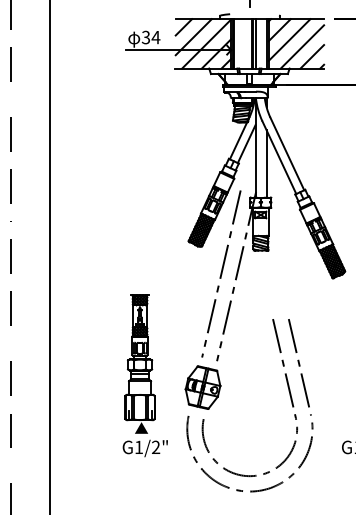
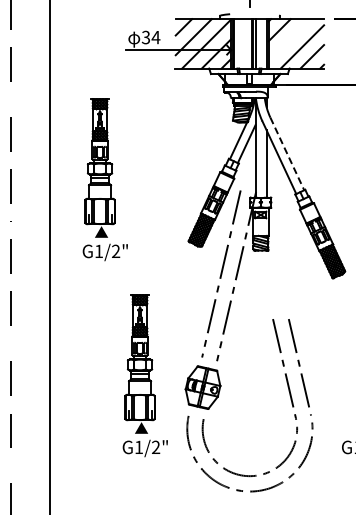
line at (289, 40): present -> none
line at (287, 154): solid -> dashed
part at (104, 179): none -> present
